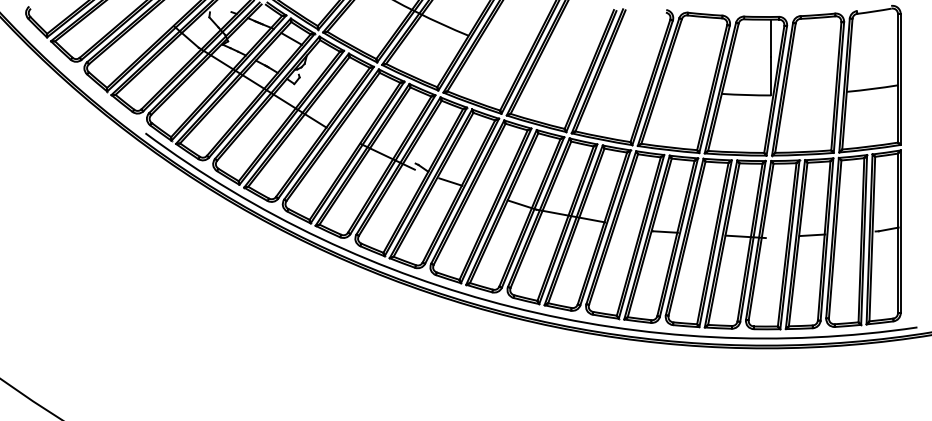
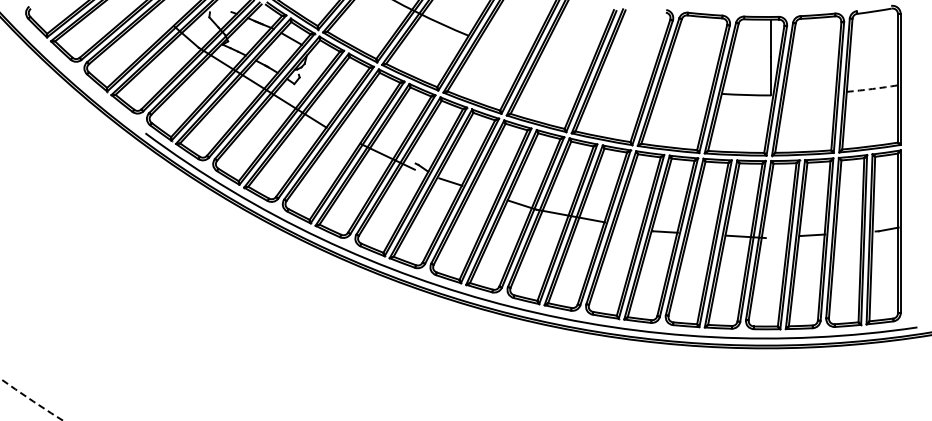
arc at (872, 89): solid -> dashed
arc at (31, 400): solid -> dashed
